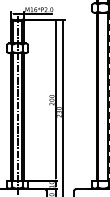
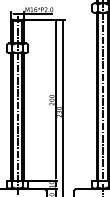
line at (109, 96): dashed -> solid
line at (103, 97): none -> present
